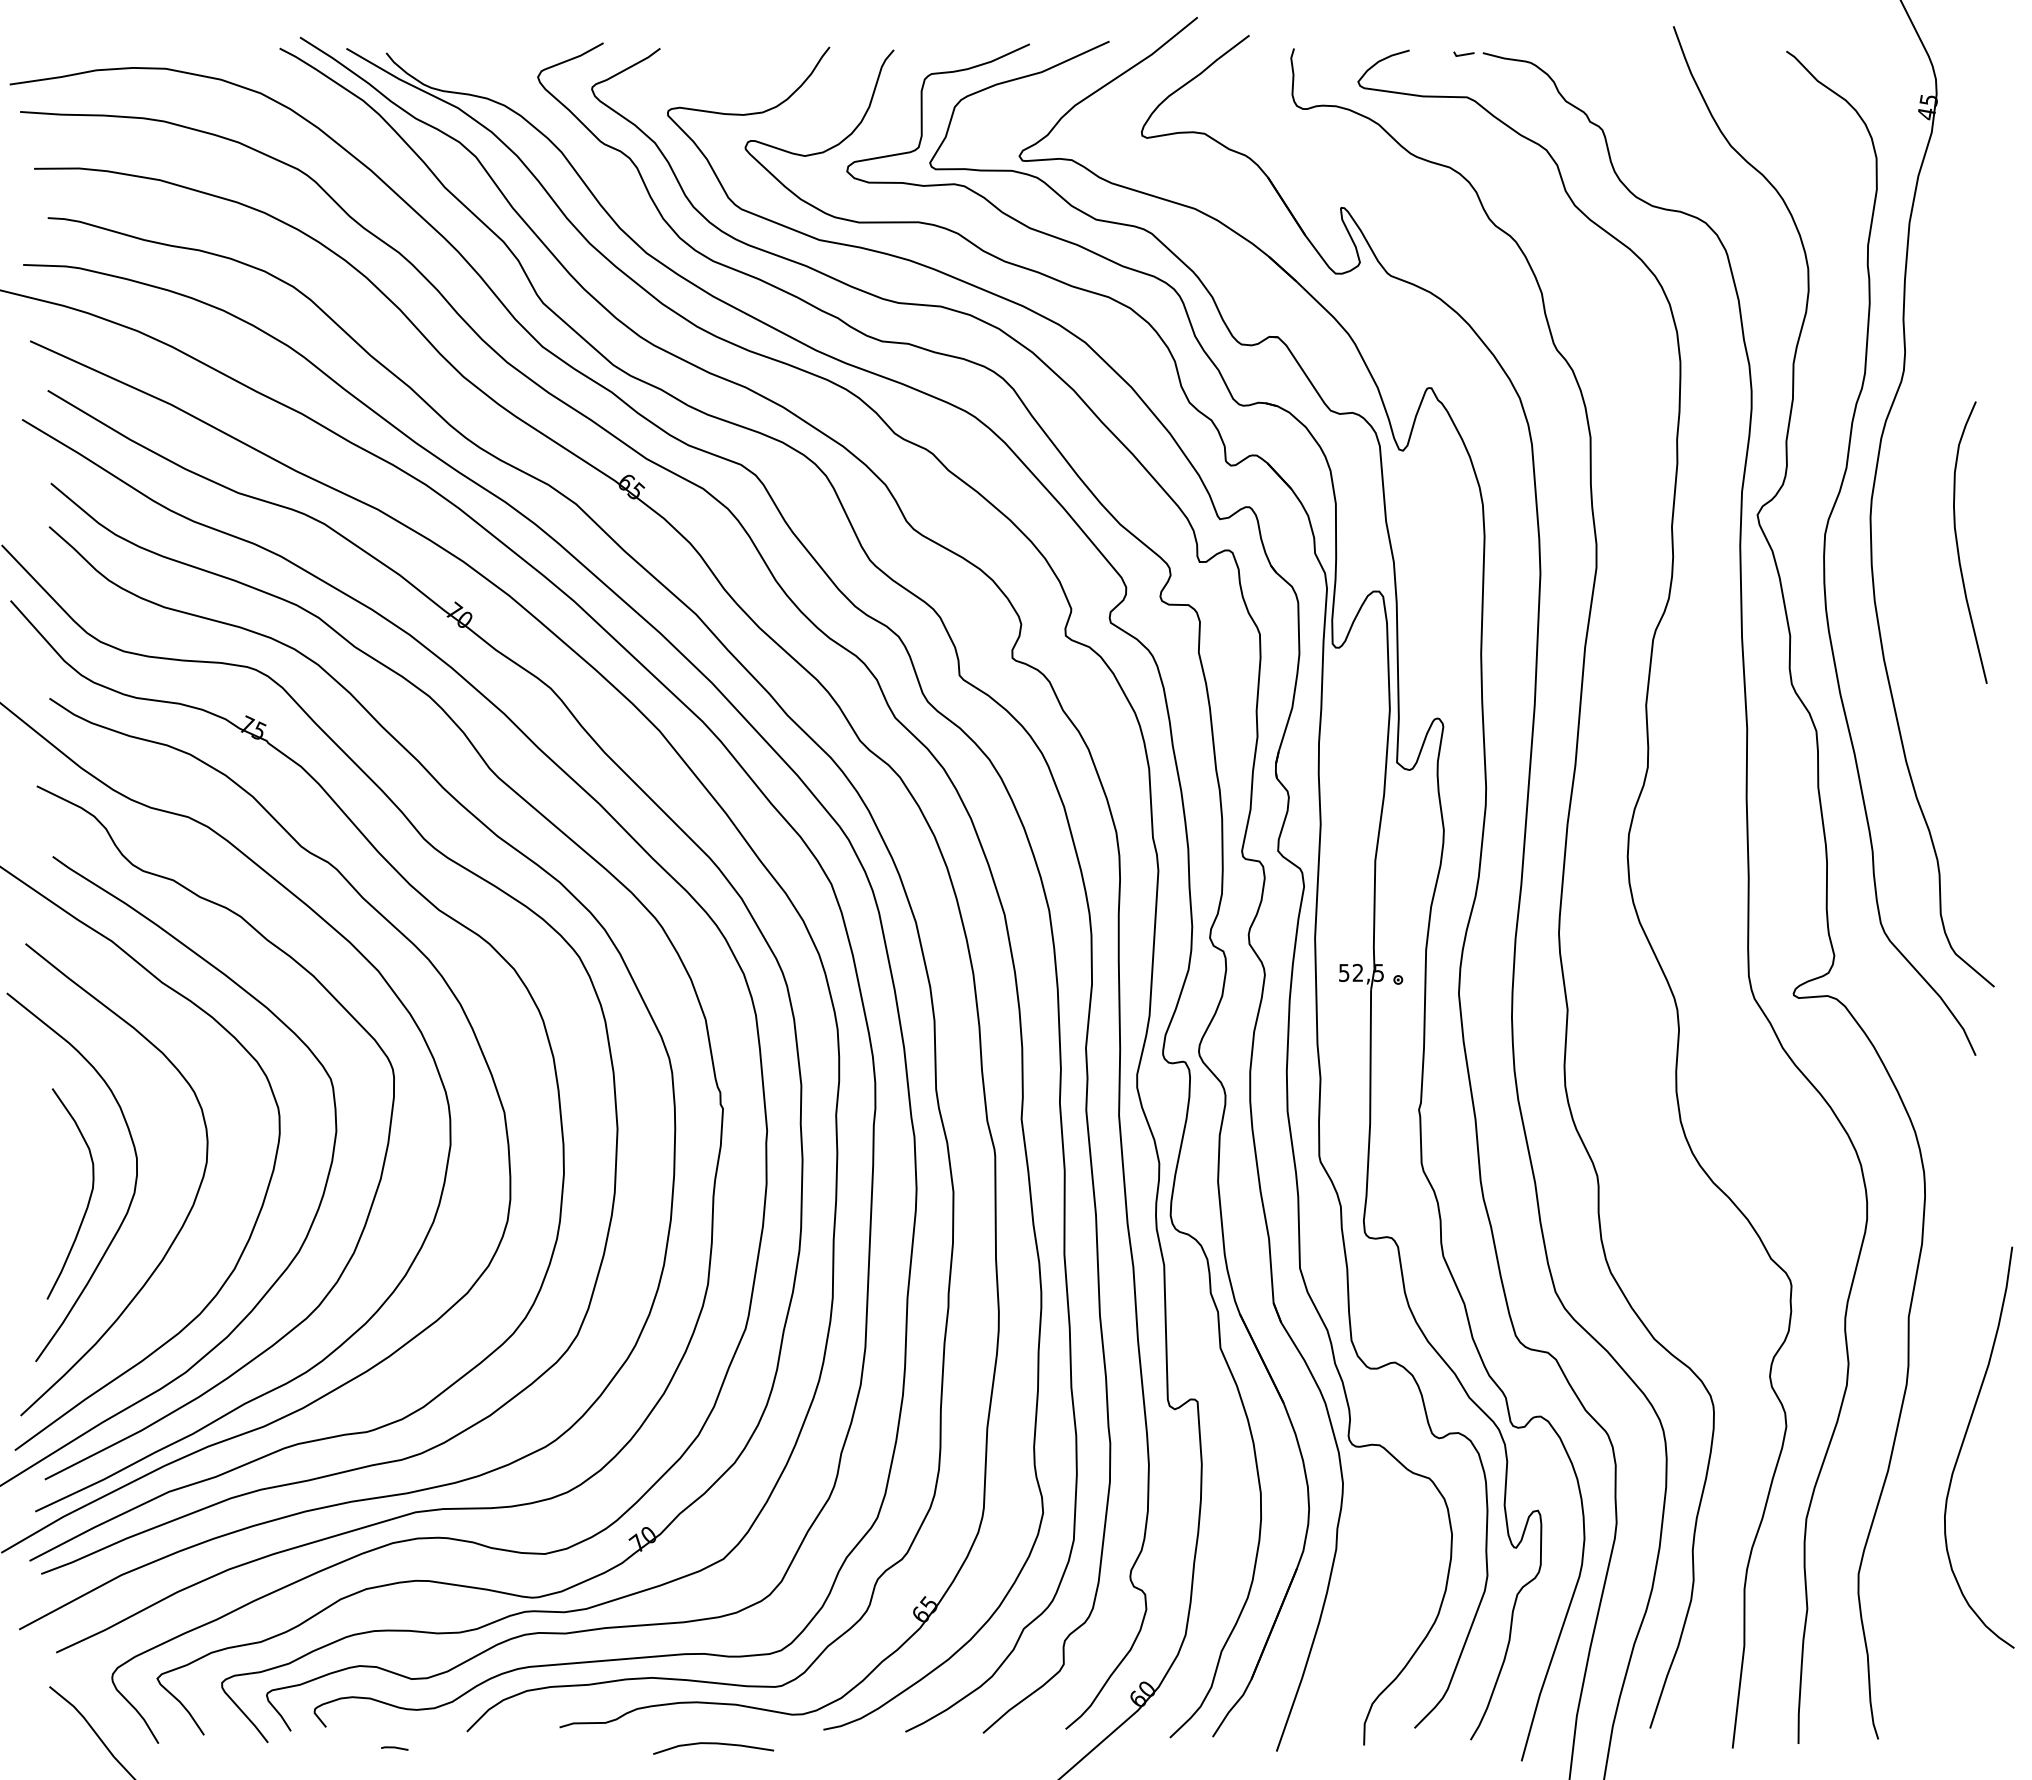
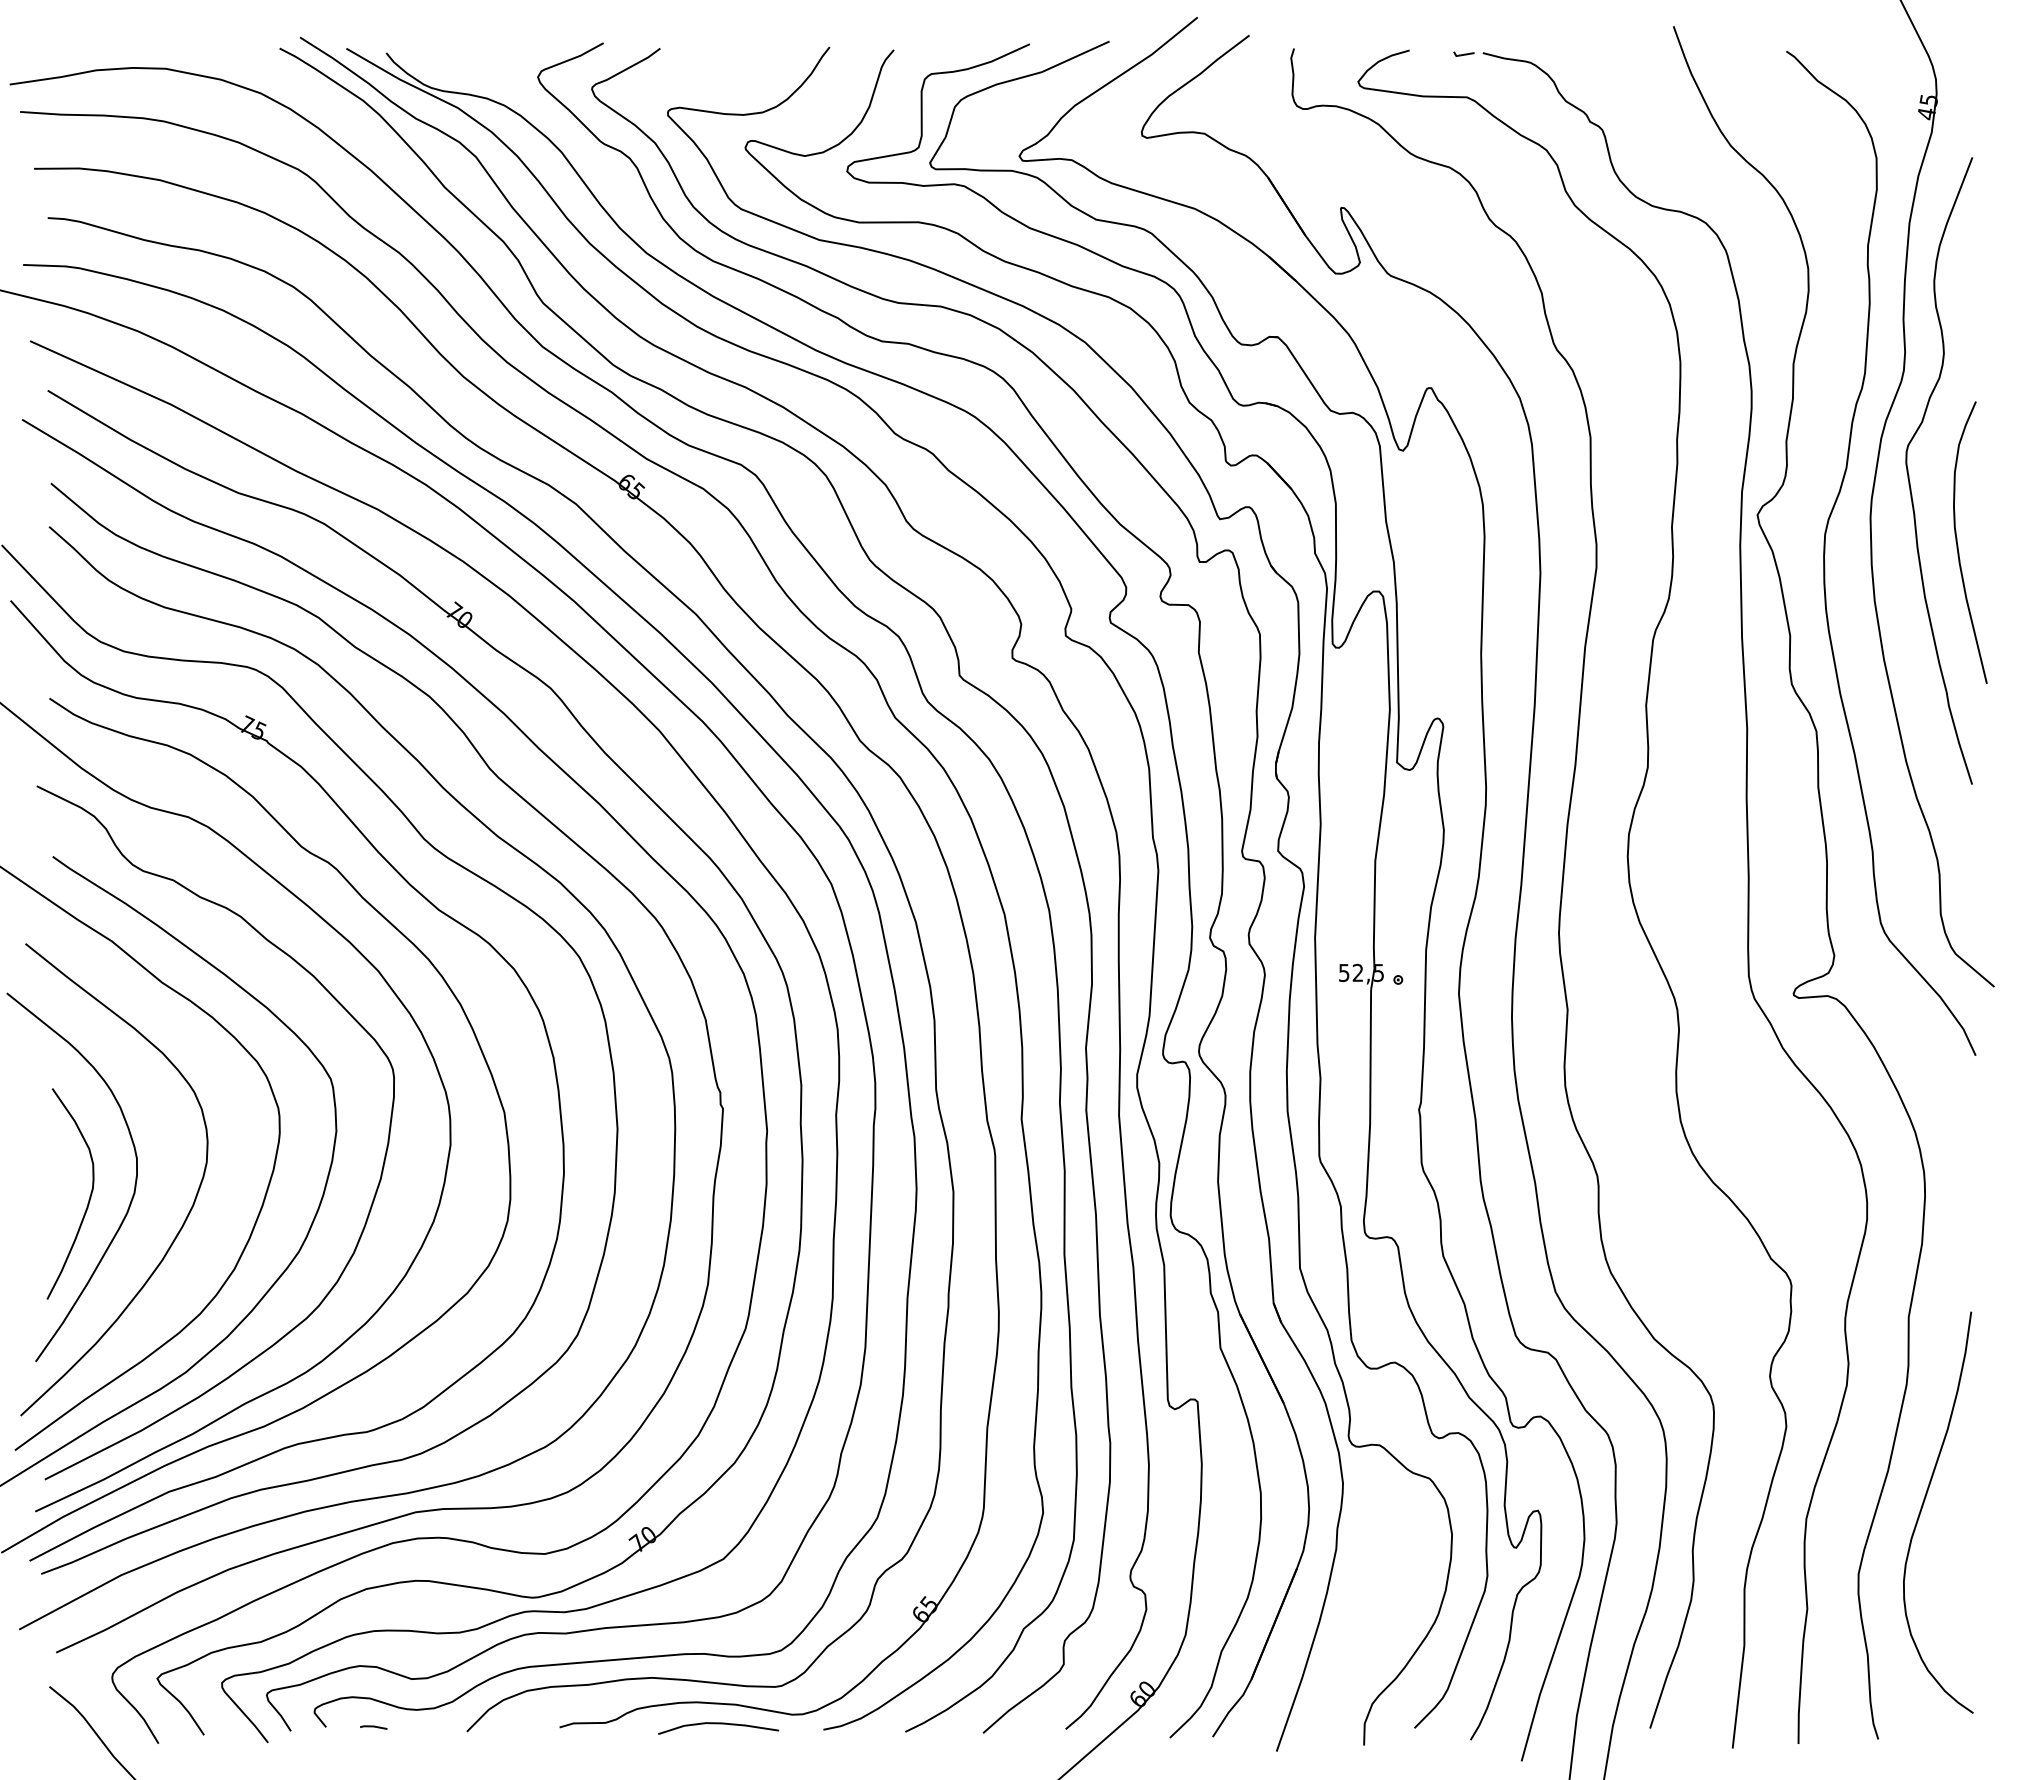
curve at (1909, 475): none -> present
curve at (1964, 1441) position: (1964, 1441) -> (1923, 1506)
curve at (713, 1744) position: (713, 1744) -> (718, 1724)
line at (394, 1748) position: (394, 1748) -> (373, 1727)
